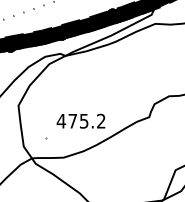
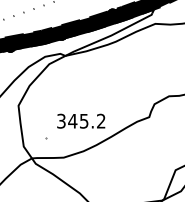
text at (66, 120): 475.2 -> 345.2
